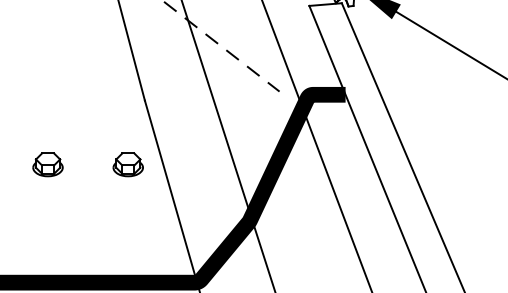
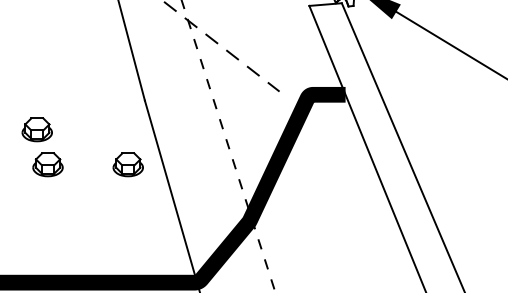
part at (36, 129): none -> present
line at (228, 145): solid -> dashed
line at (316, 145): present -> none
